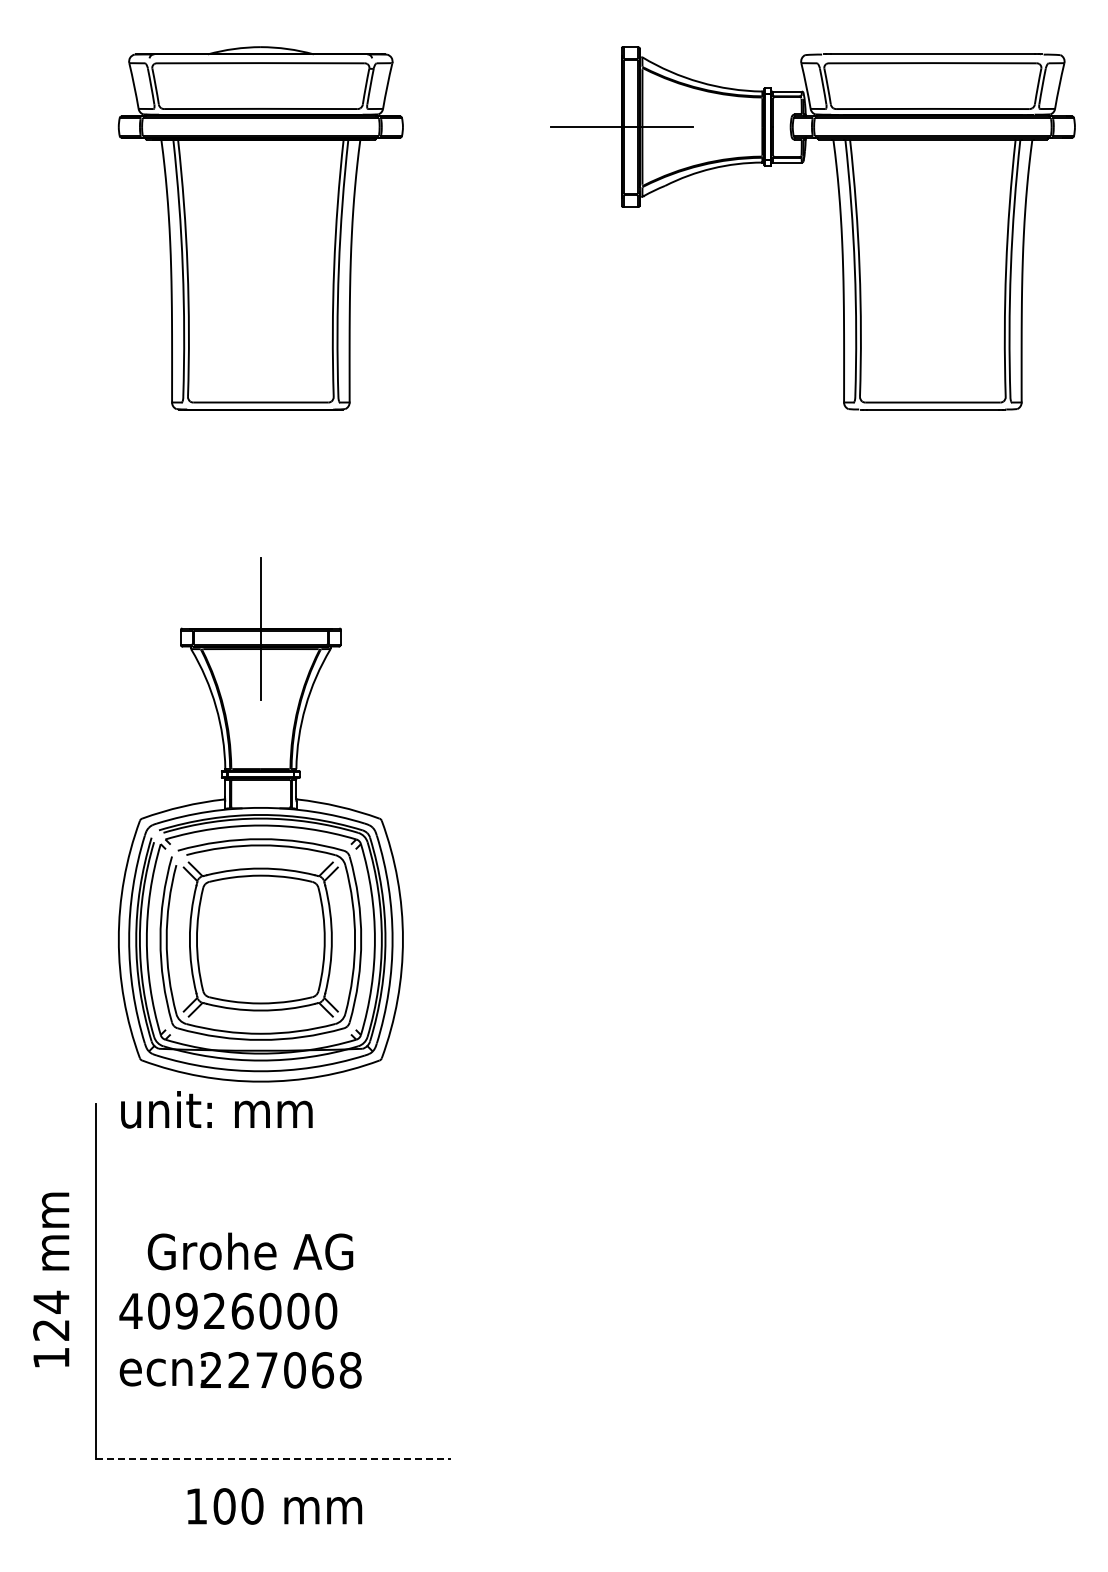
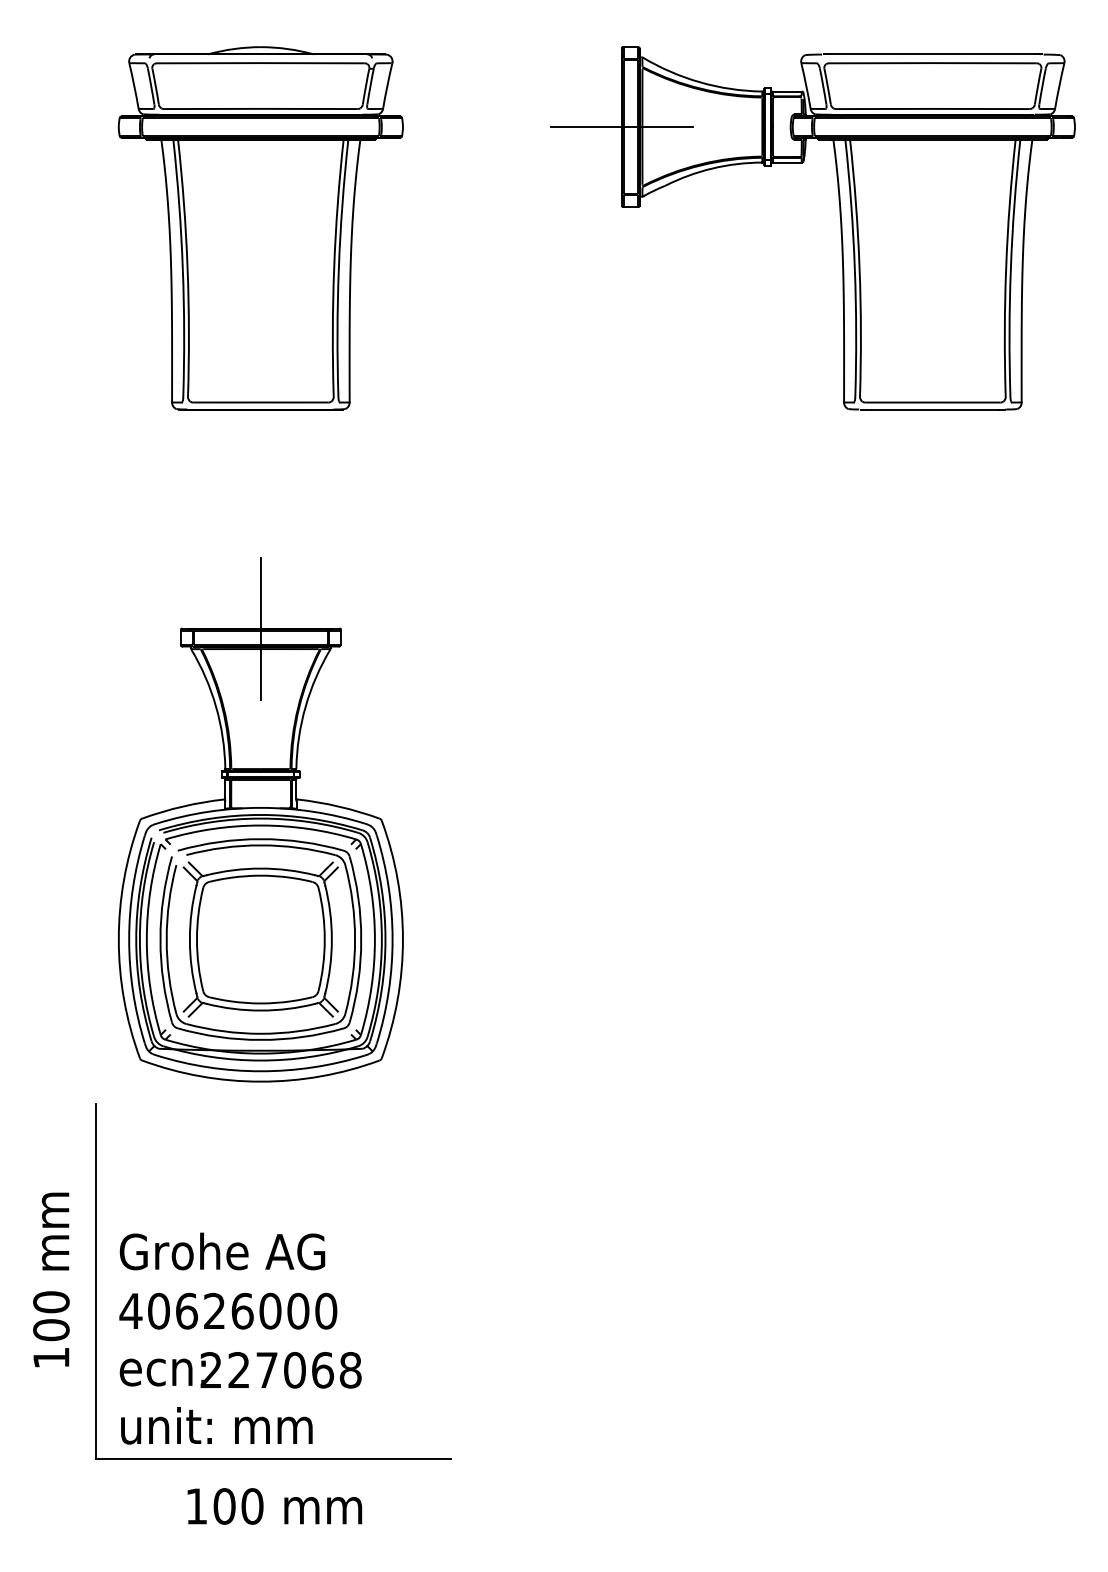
text at (216, 1109) position: (216, 1109) -> (216, 1425)
text at (250, 1251) position: (250, 1251) -> (222, 1251)
text at (186, 1310): 40926000 -> 40626000
text at (51, 1315): 124 -> 100
line at (273, 1459): dashed -> solid
